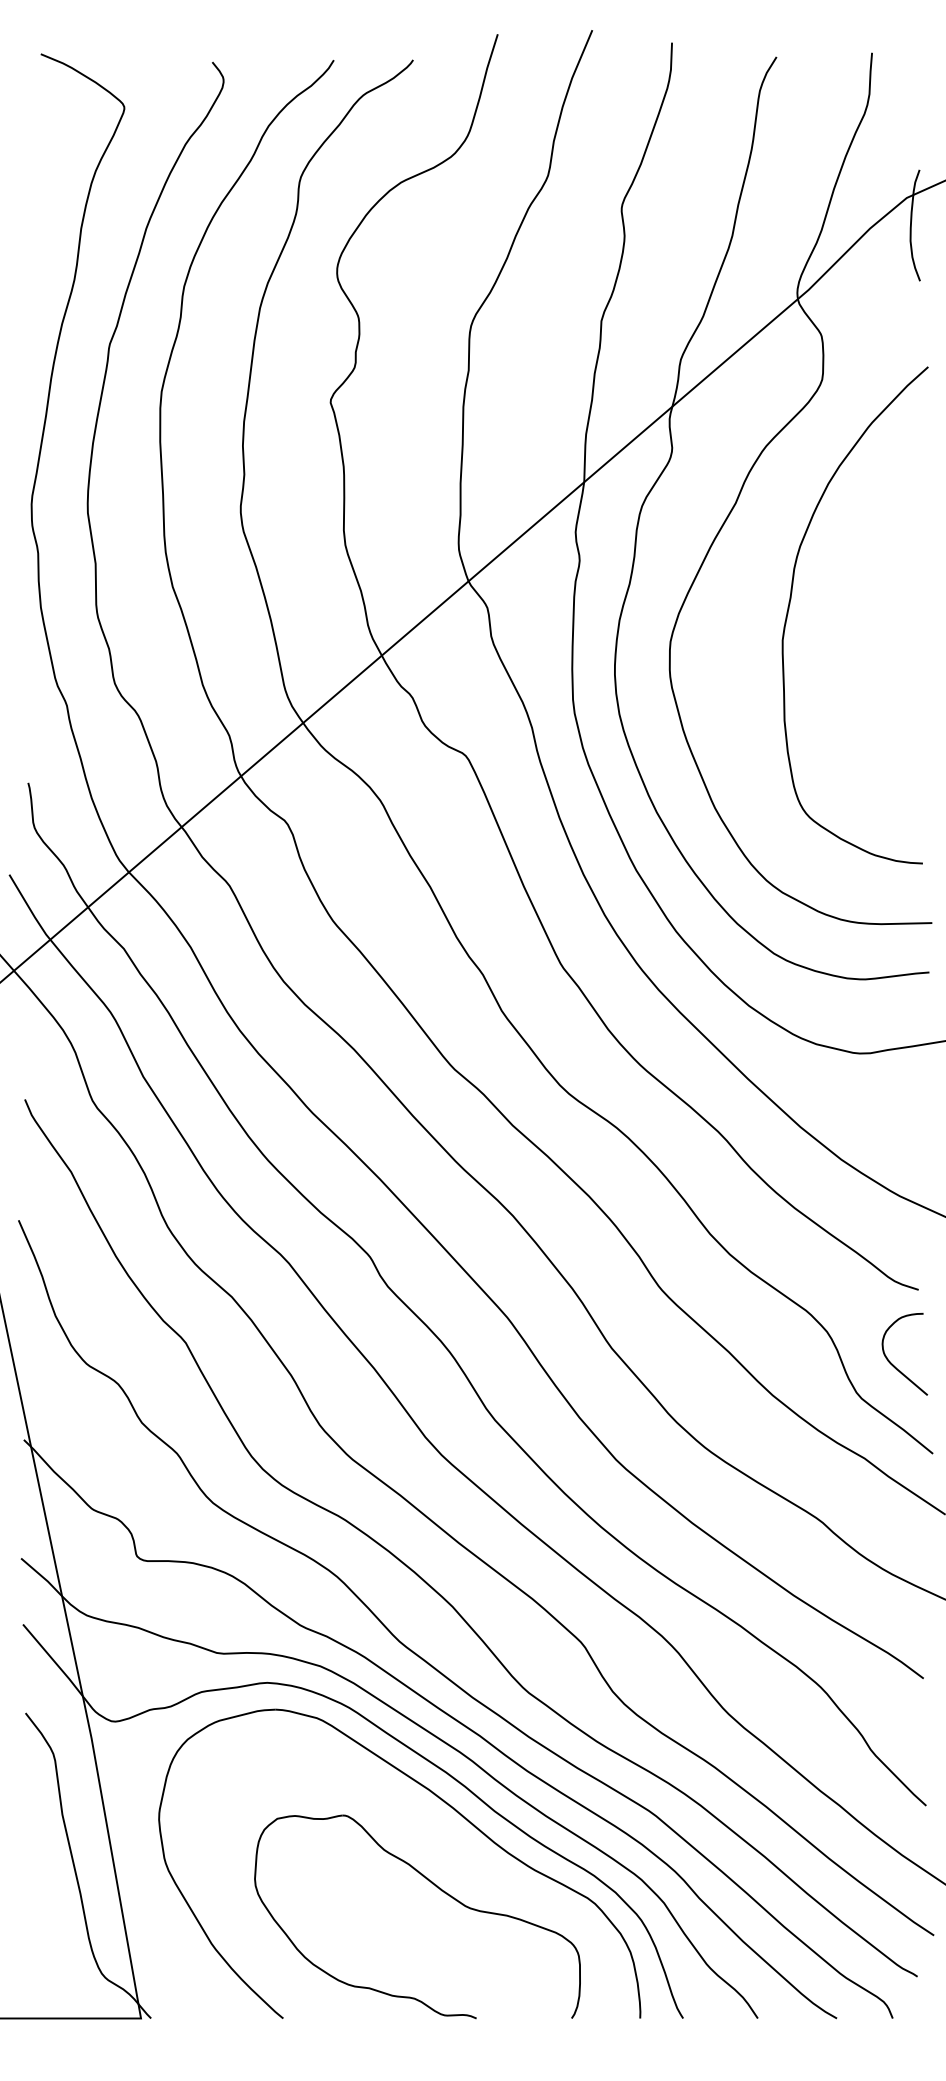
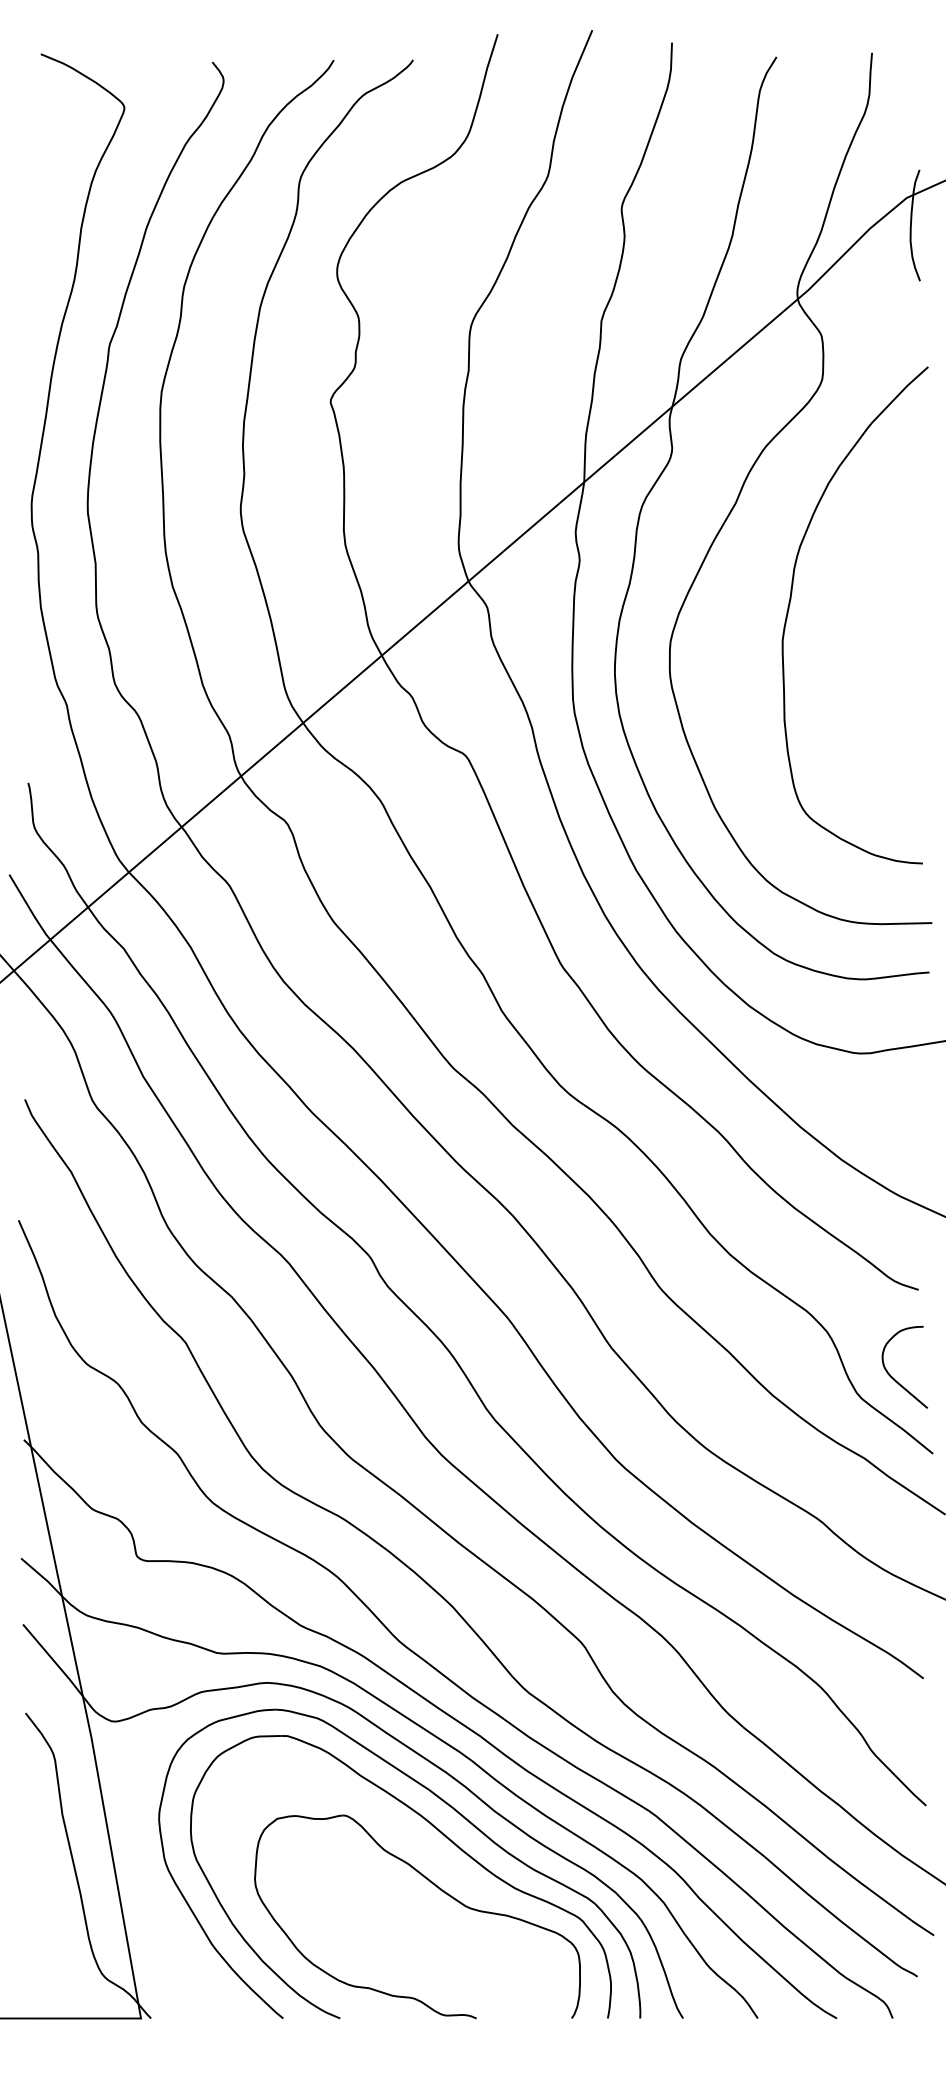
curve at (893, 1364) position: (893, 1364) -> (893, 1377)
part at (440, 1833): none -> present
